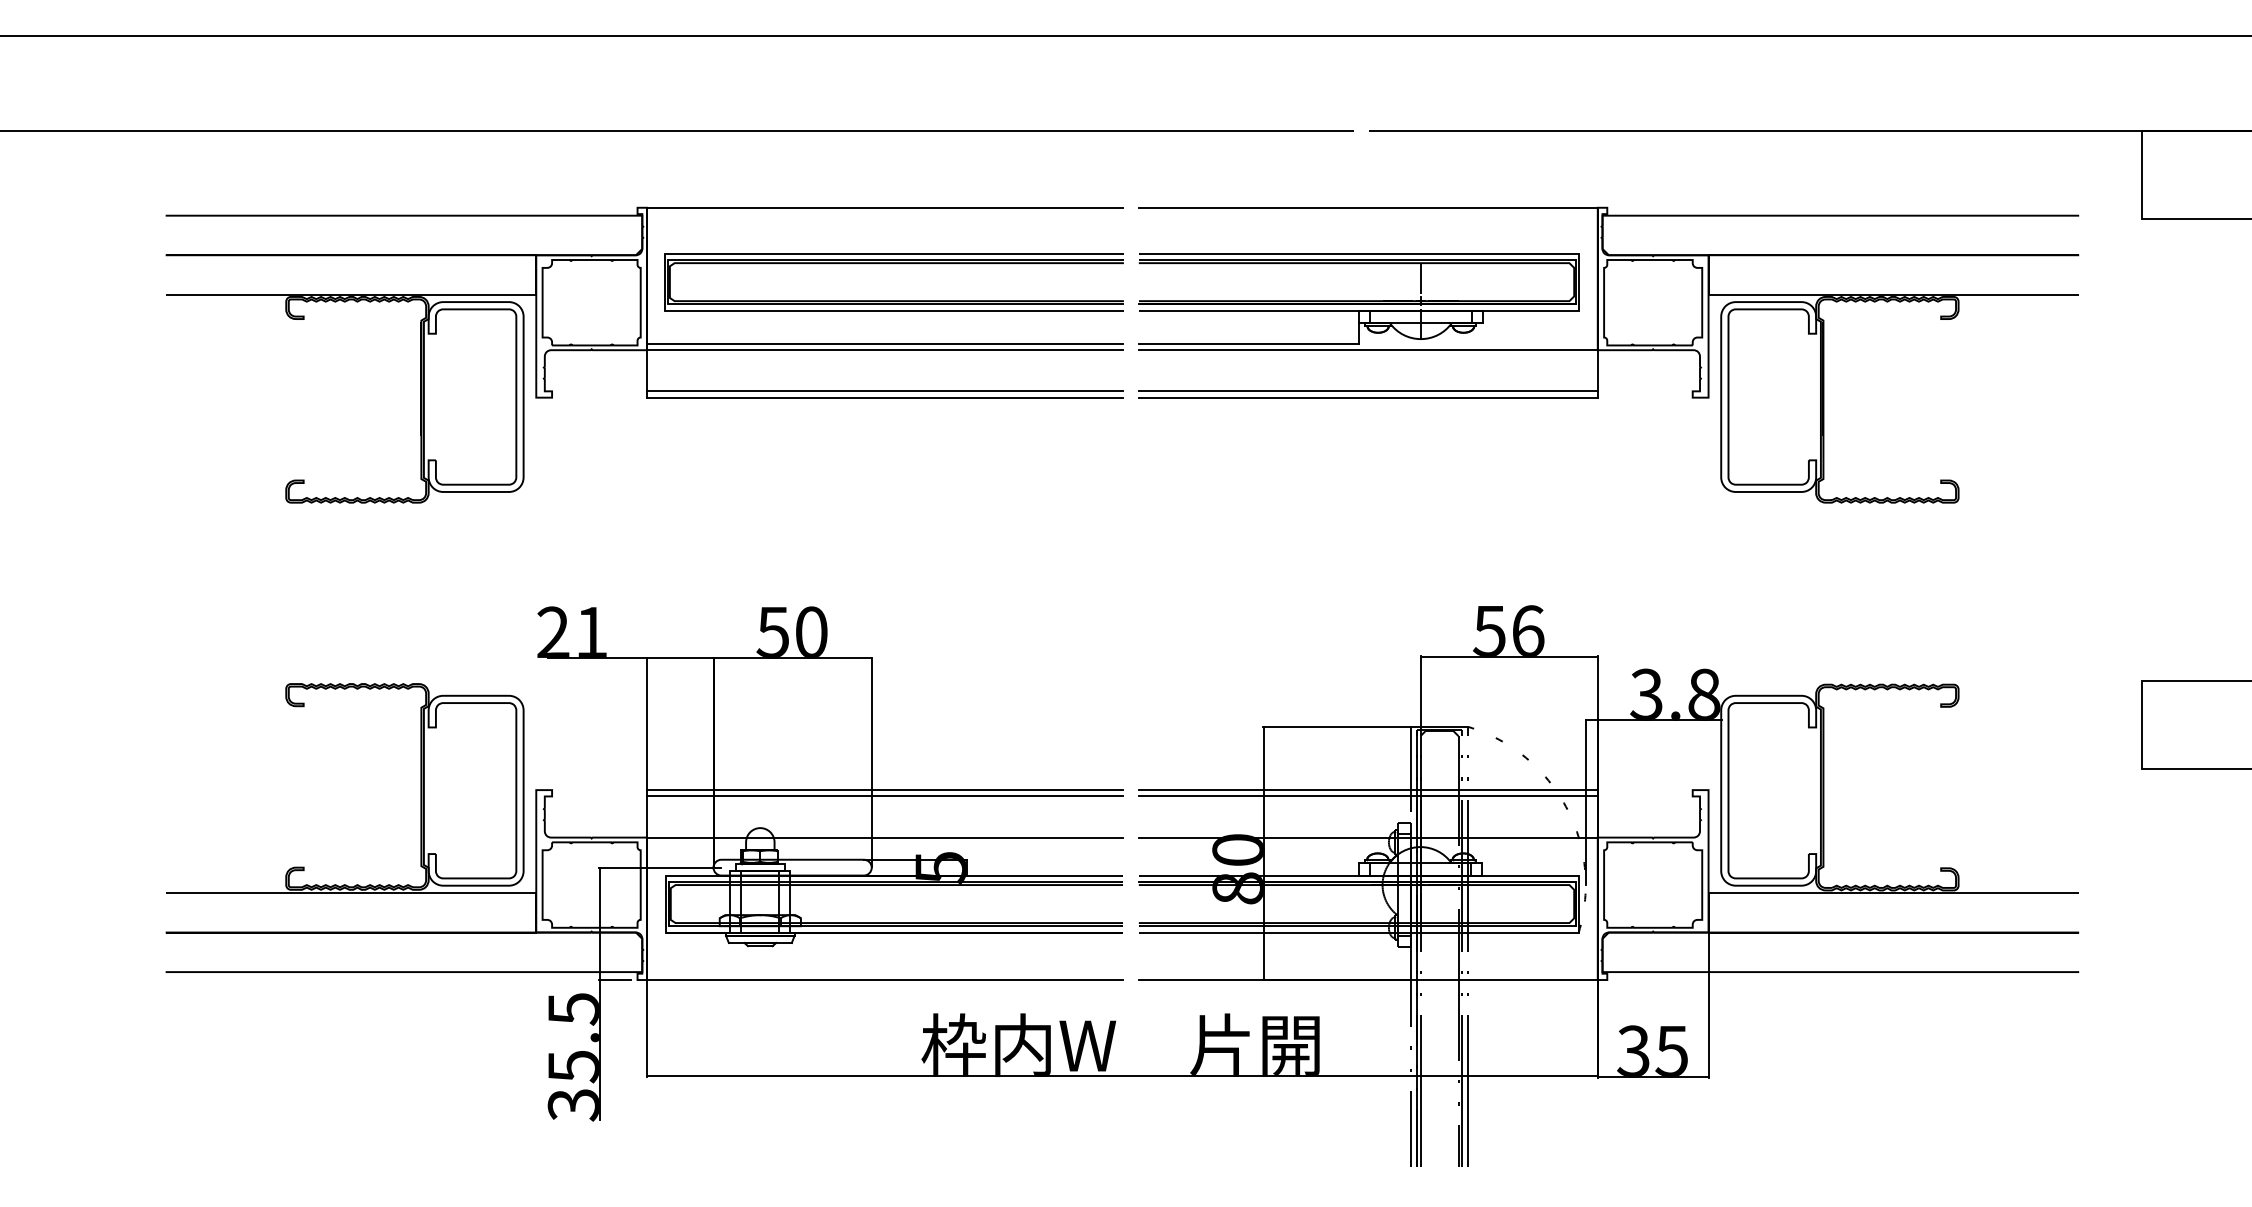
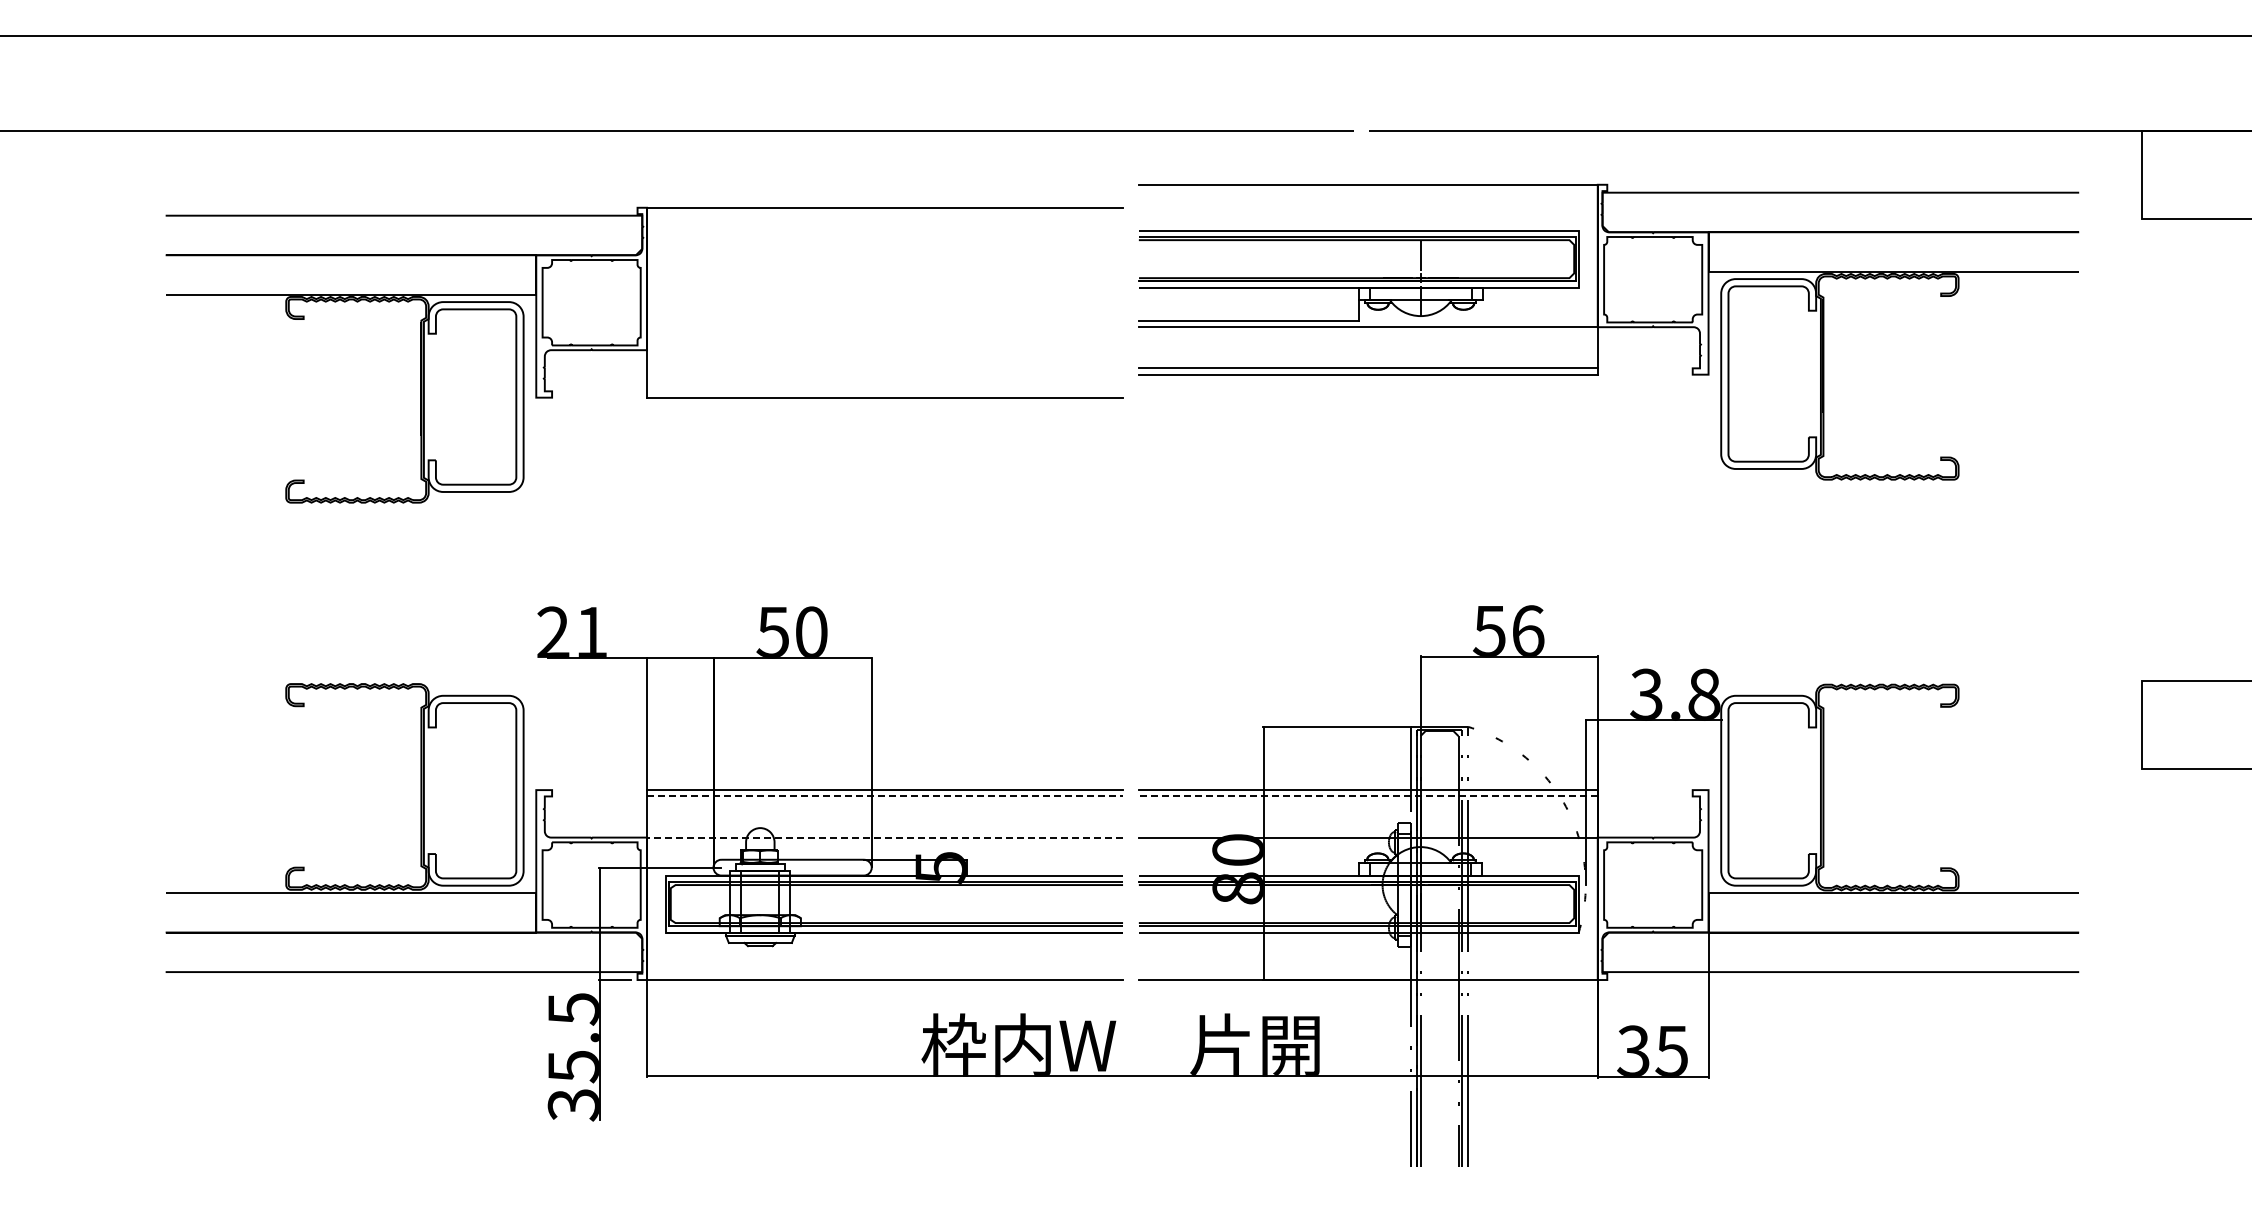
part at (893, 264): present -> none
line at (885, 343): present -> none
line at (885, 350): present -> none
part at (1608, 354) position: (1608, 354) -> (1608, 331)
line at (885, 391): present -> none
line at (885, 796): solid -> dashed
line at (1367, 796): solid -> dashed
line at (885, 837): solid -> dashed
